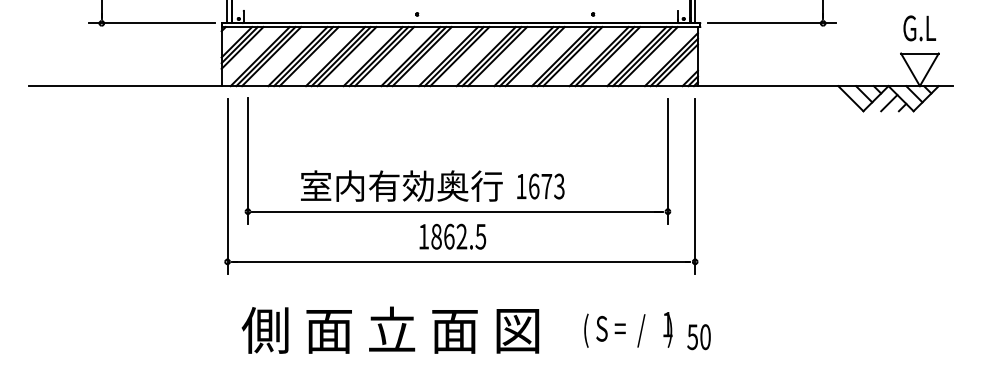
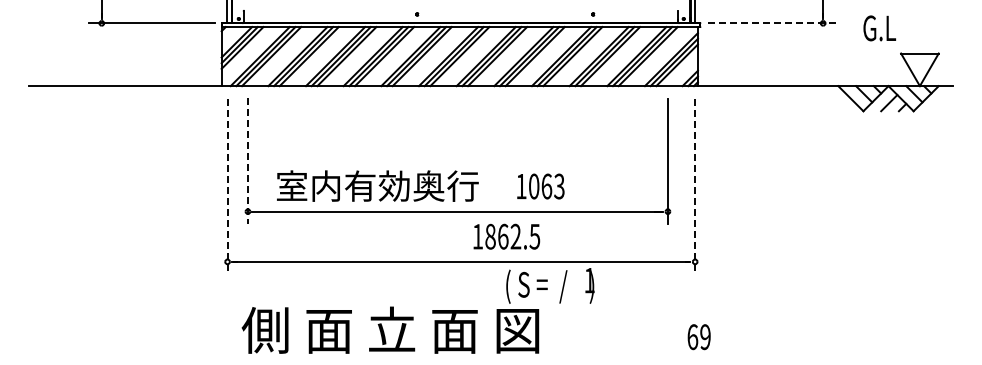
line at (771, 23): solid -> dashed
text at (919, 28) position: (919, 28) -> (879, 28)
line at (247, 161): solid -> dashed
text at (401, 185) position: (401, 185) -> (377, 185)
line at (227, 186): solid -> dashed
text at (540, 186): 1673 -> 1063
line at (695, 186): solid -> dashed
text at (452, 236) position: (452, 236) -> (506, 236)
text at (628, 329) position: (628, 329) -> (550, 285)
text at (698, 337): 50 -> 69
